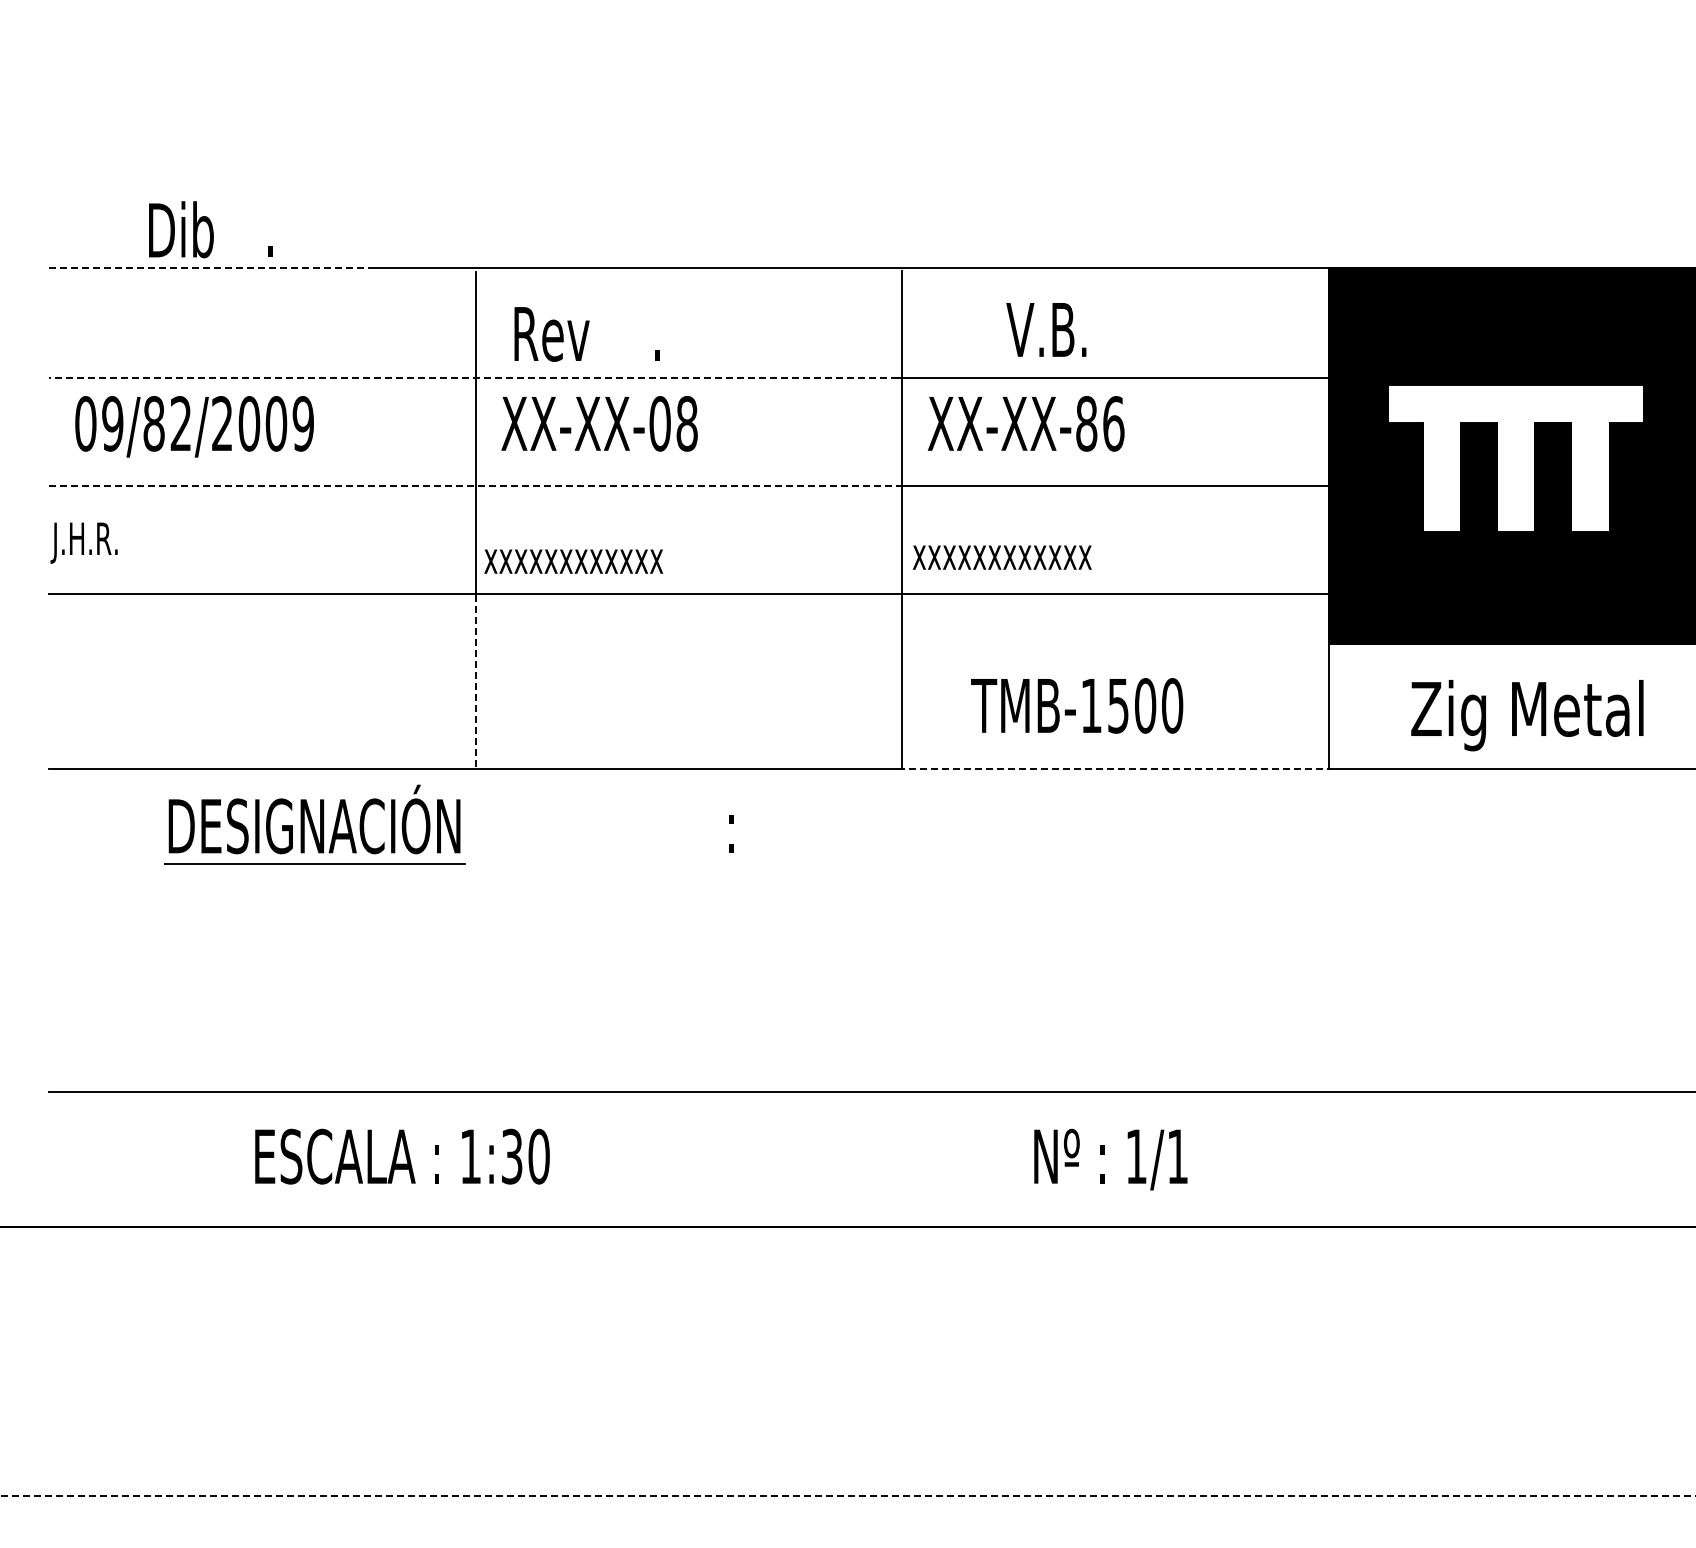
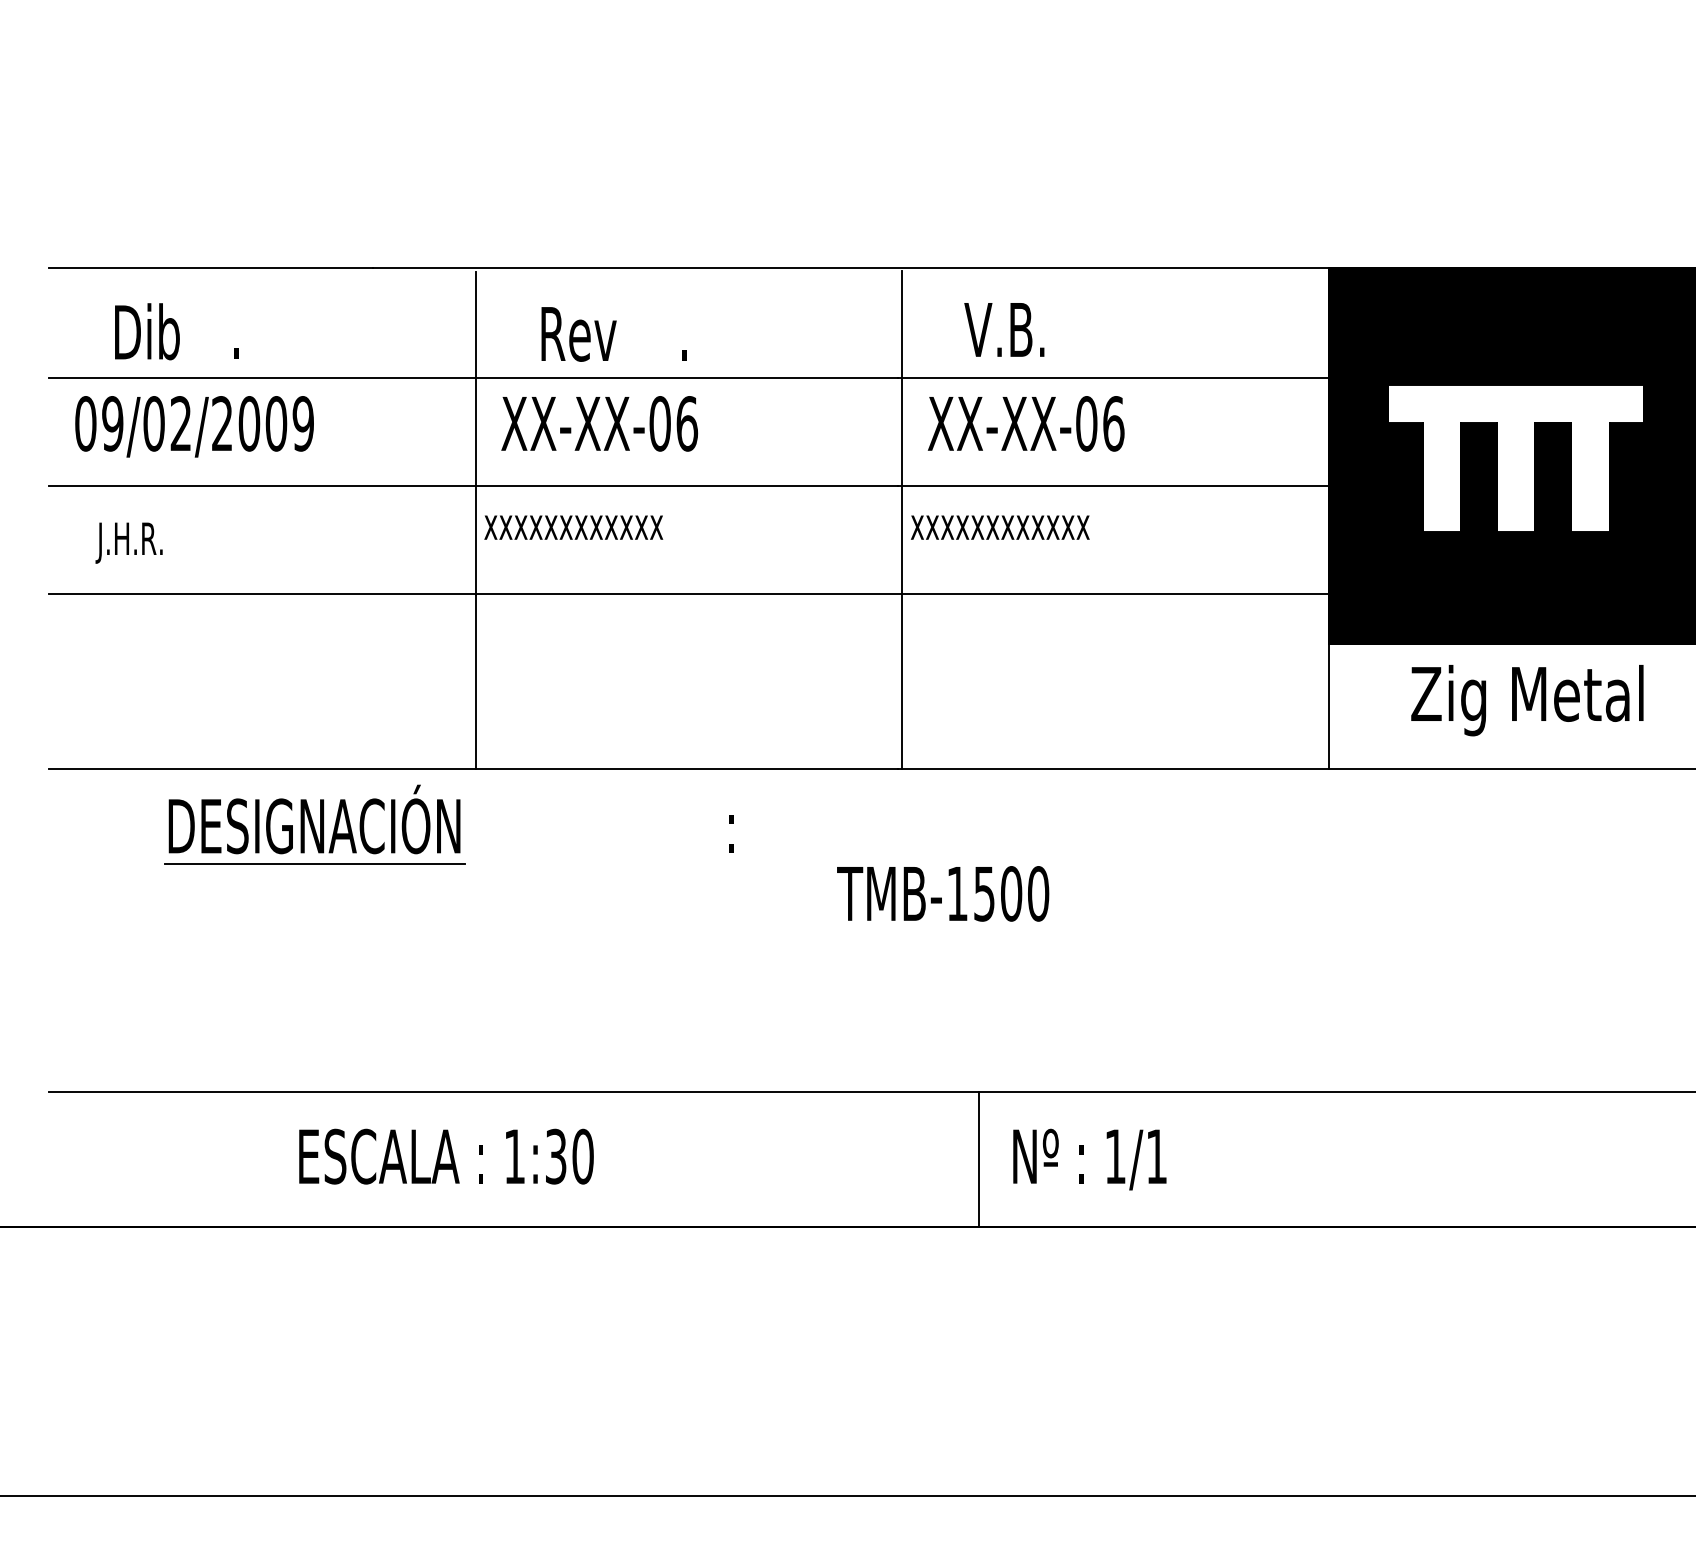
text at (210, 229) position: (210, 229) -> (176, 331)
line at (210, 267): dashed -> solid
text at (1046, 329) position: (1046, 329) -> (1004, 329)
text at (586, 334) position: (586, 334) -> (613, 334)
line at (473, 378): dashed -> solid
text at (153, 423): 09/82/2009 -> 09/02/2009
text at (687, 423): XX-XX-08 -> XX-XX-06
text at (1086, 423): XX-XX-86 -> XX-XX-06
line at (474, 486): dashed -> solid
text at (83, 542) position: (83, 542) -> (128, 542)
text at (1002, 557) position: (1002, 557) -> (1000, 527)
text at (573, 561) position: (573, 561) -> (573, 527)
line at (475, 682): dashed -> solid
text at (1077, 705) position: (1077, 705) -> (943, 893)
text at (1527, 715) position: (1527, 715) -> (1527, 700)
line at (1113, 769): dashed -> solid
text at (402, 1156) position: (402, 1156) -> (446, 1156)
line at (978, 1159): none -> present
text at (1110, 1159) position: (1110, 1159) -> (1089, 1159)
line at (848, 1496): dashed -> solid
